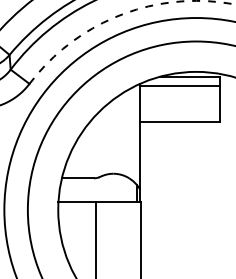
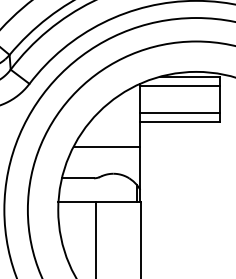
arc at (122, 14): dashed -> solid
line at (180, 113): none -> present
line at (106, 146): none -> present
